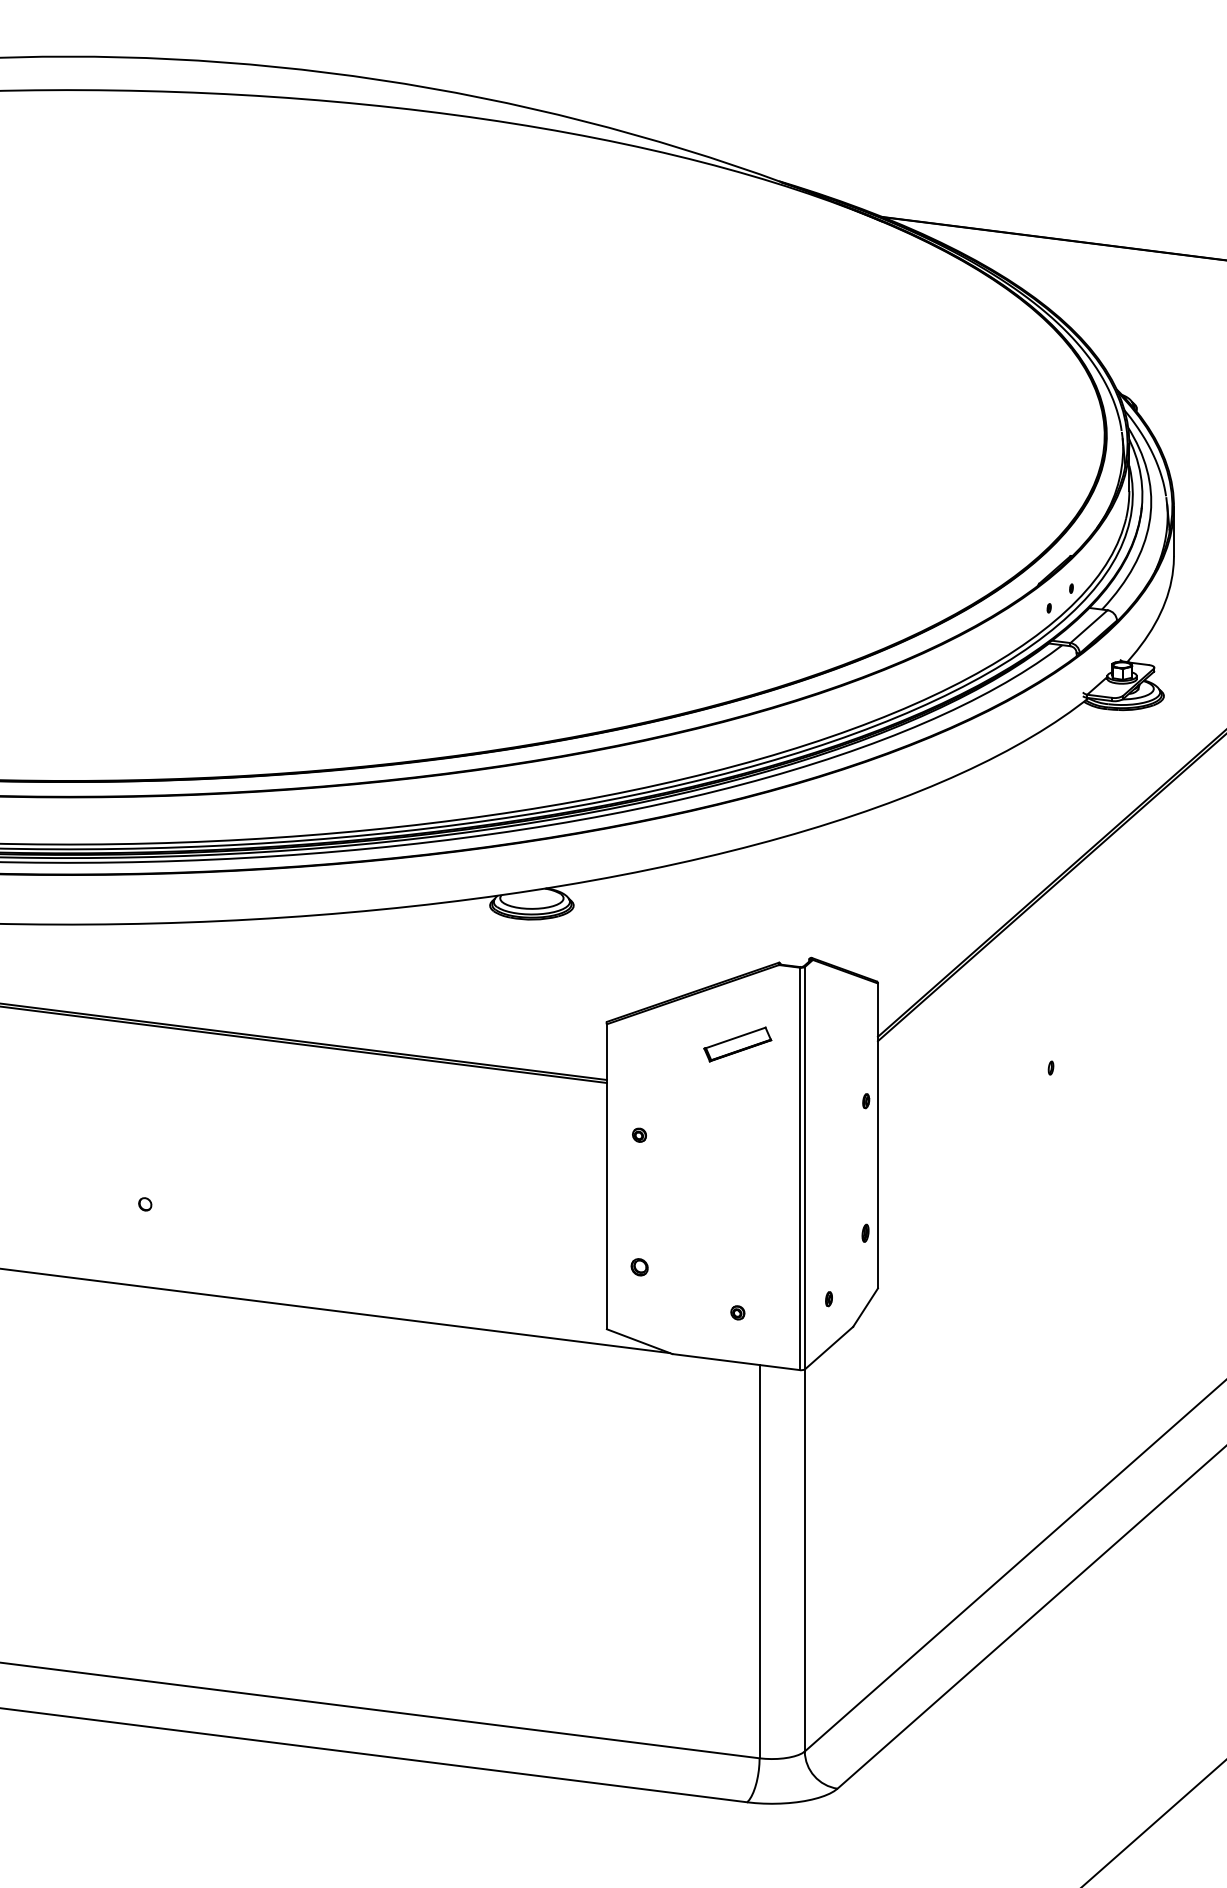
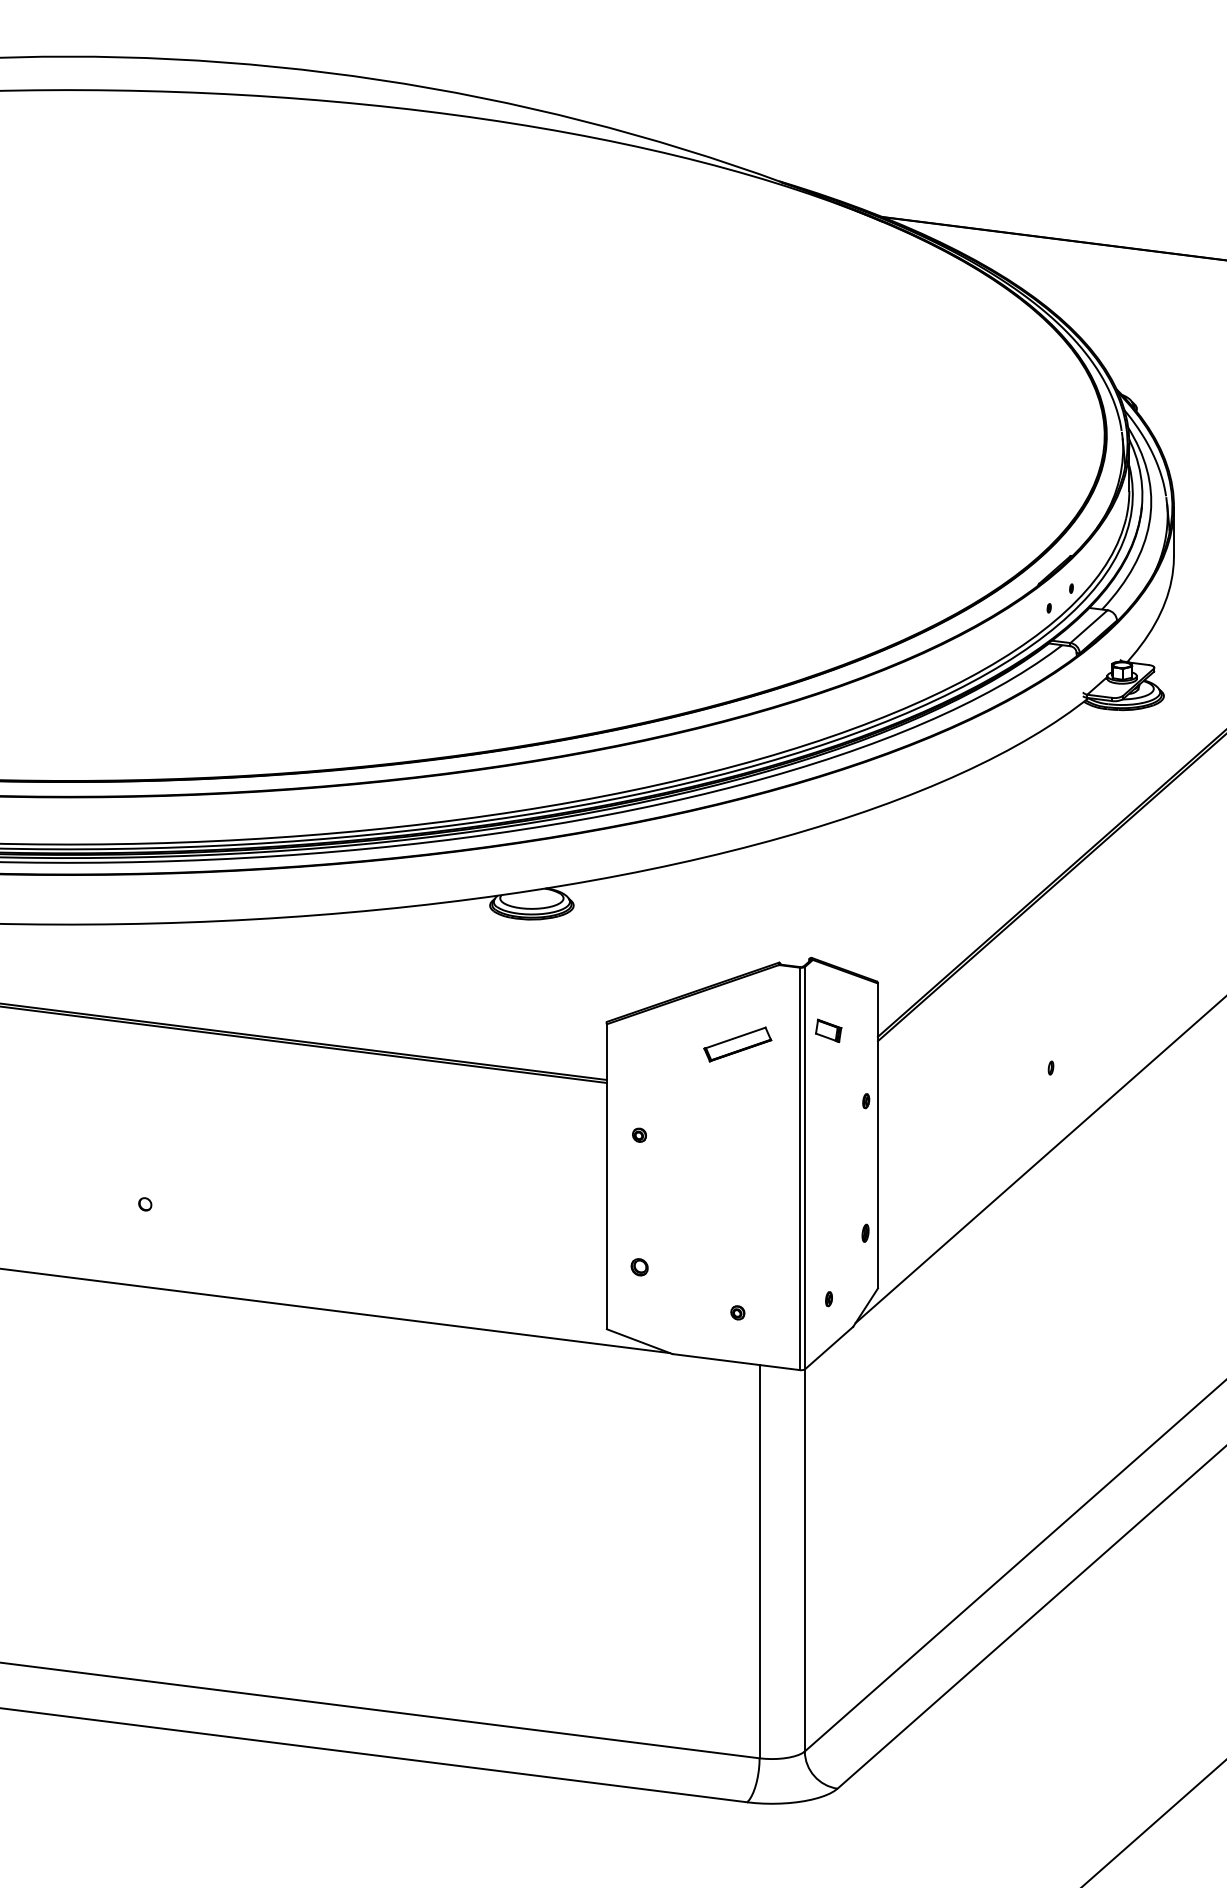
part at (828, 1030): none -> present
line at (1039, 1160): none -> present
